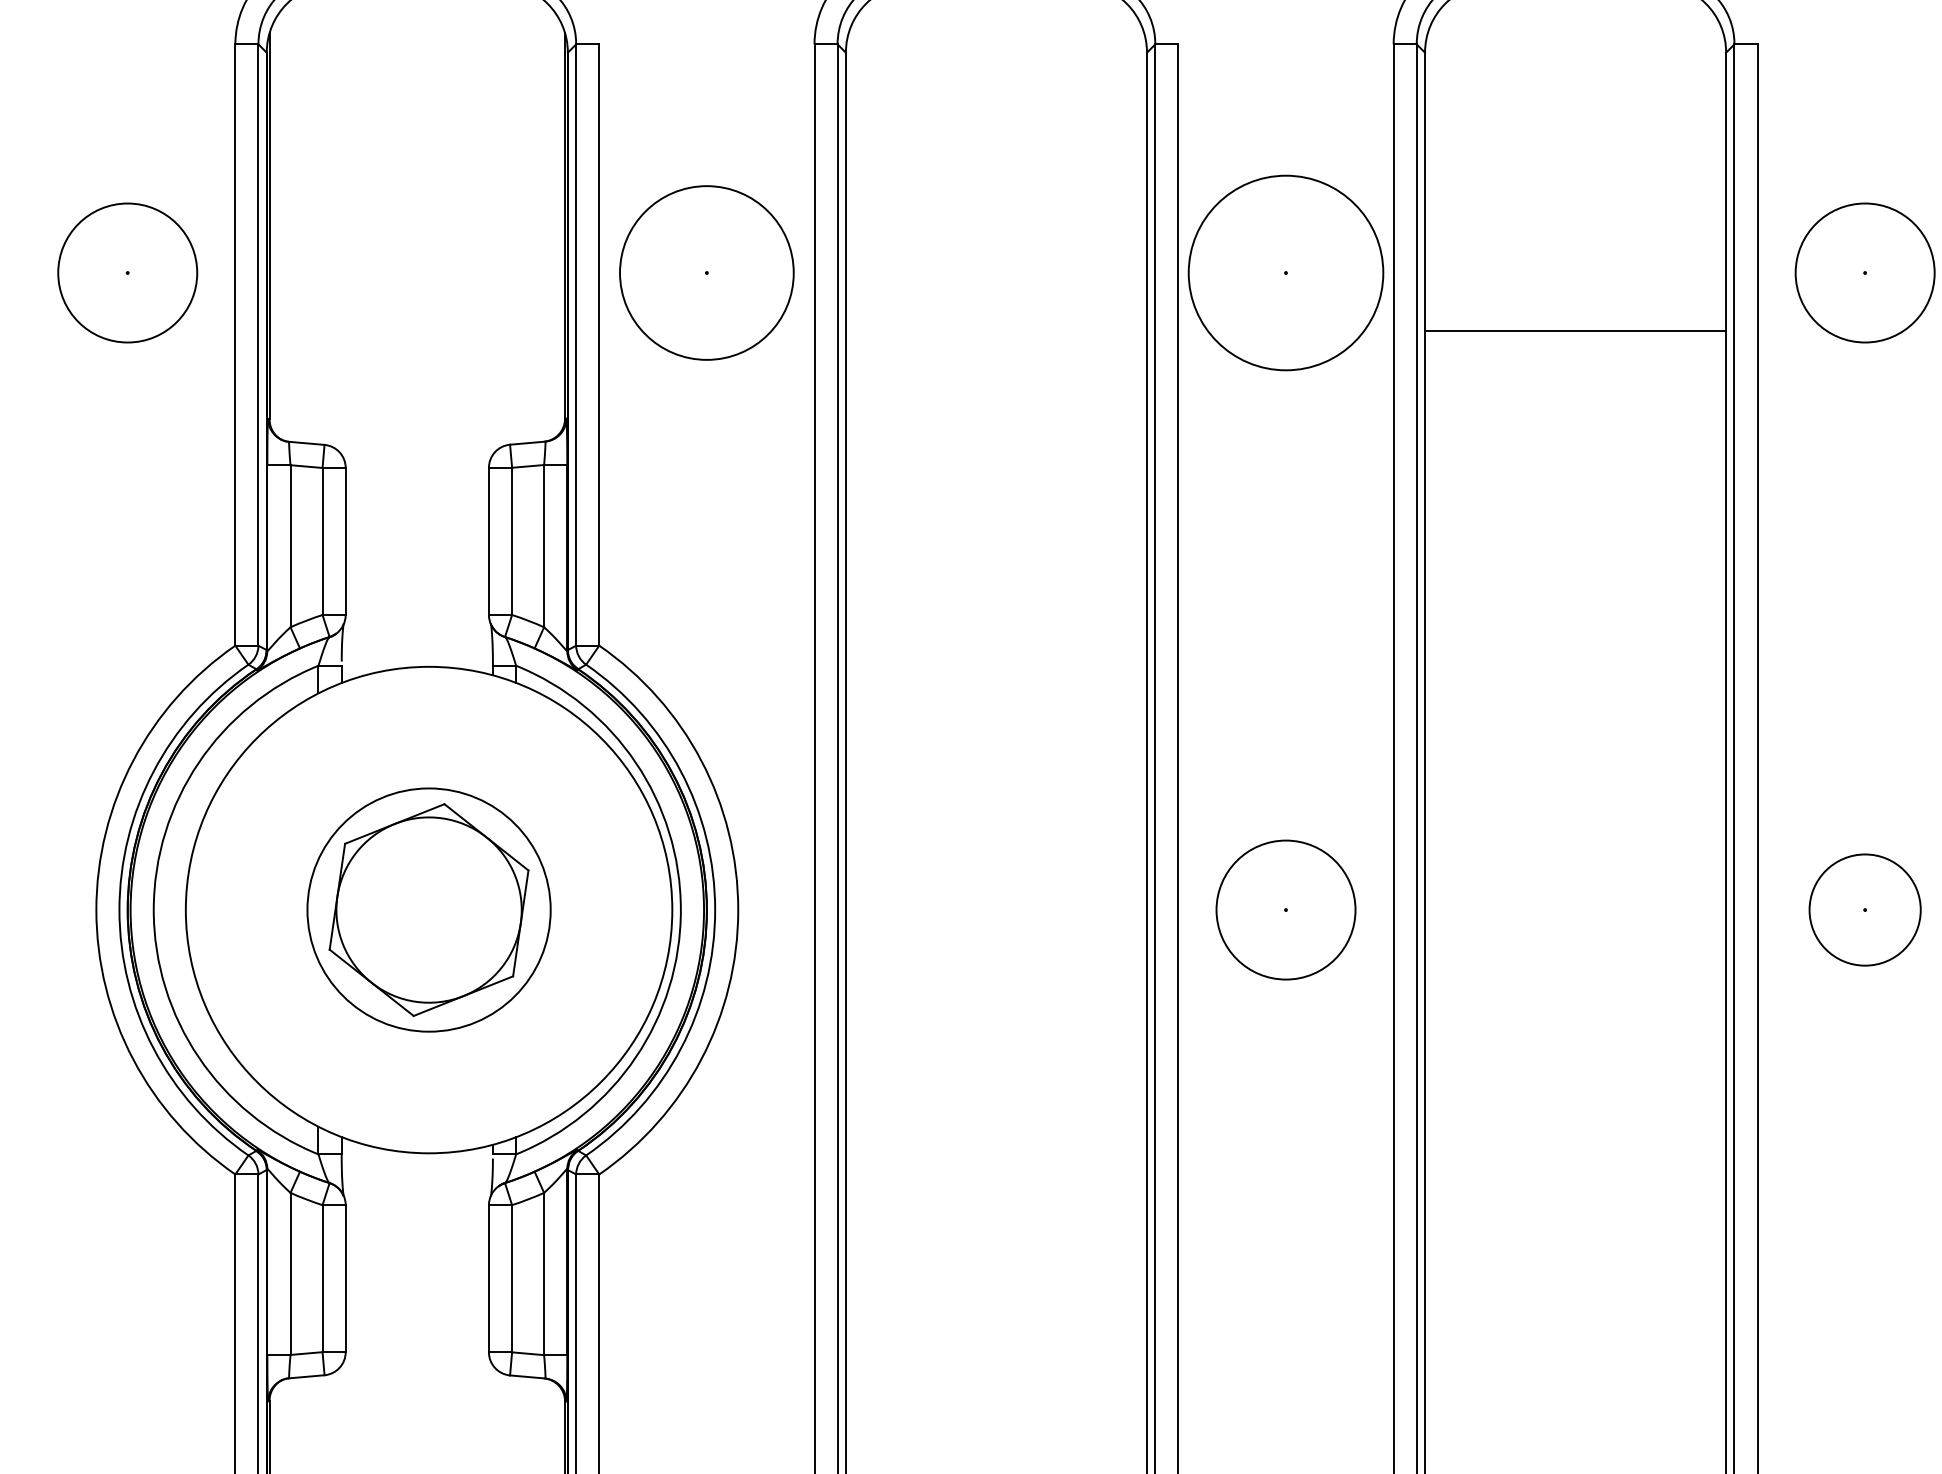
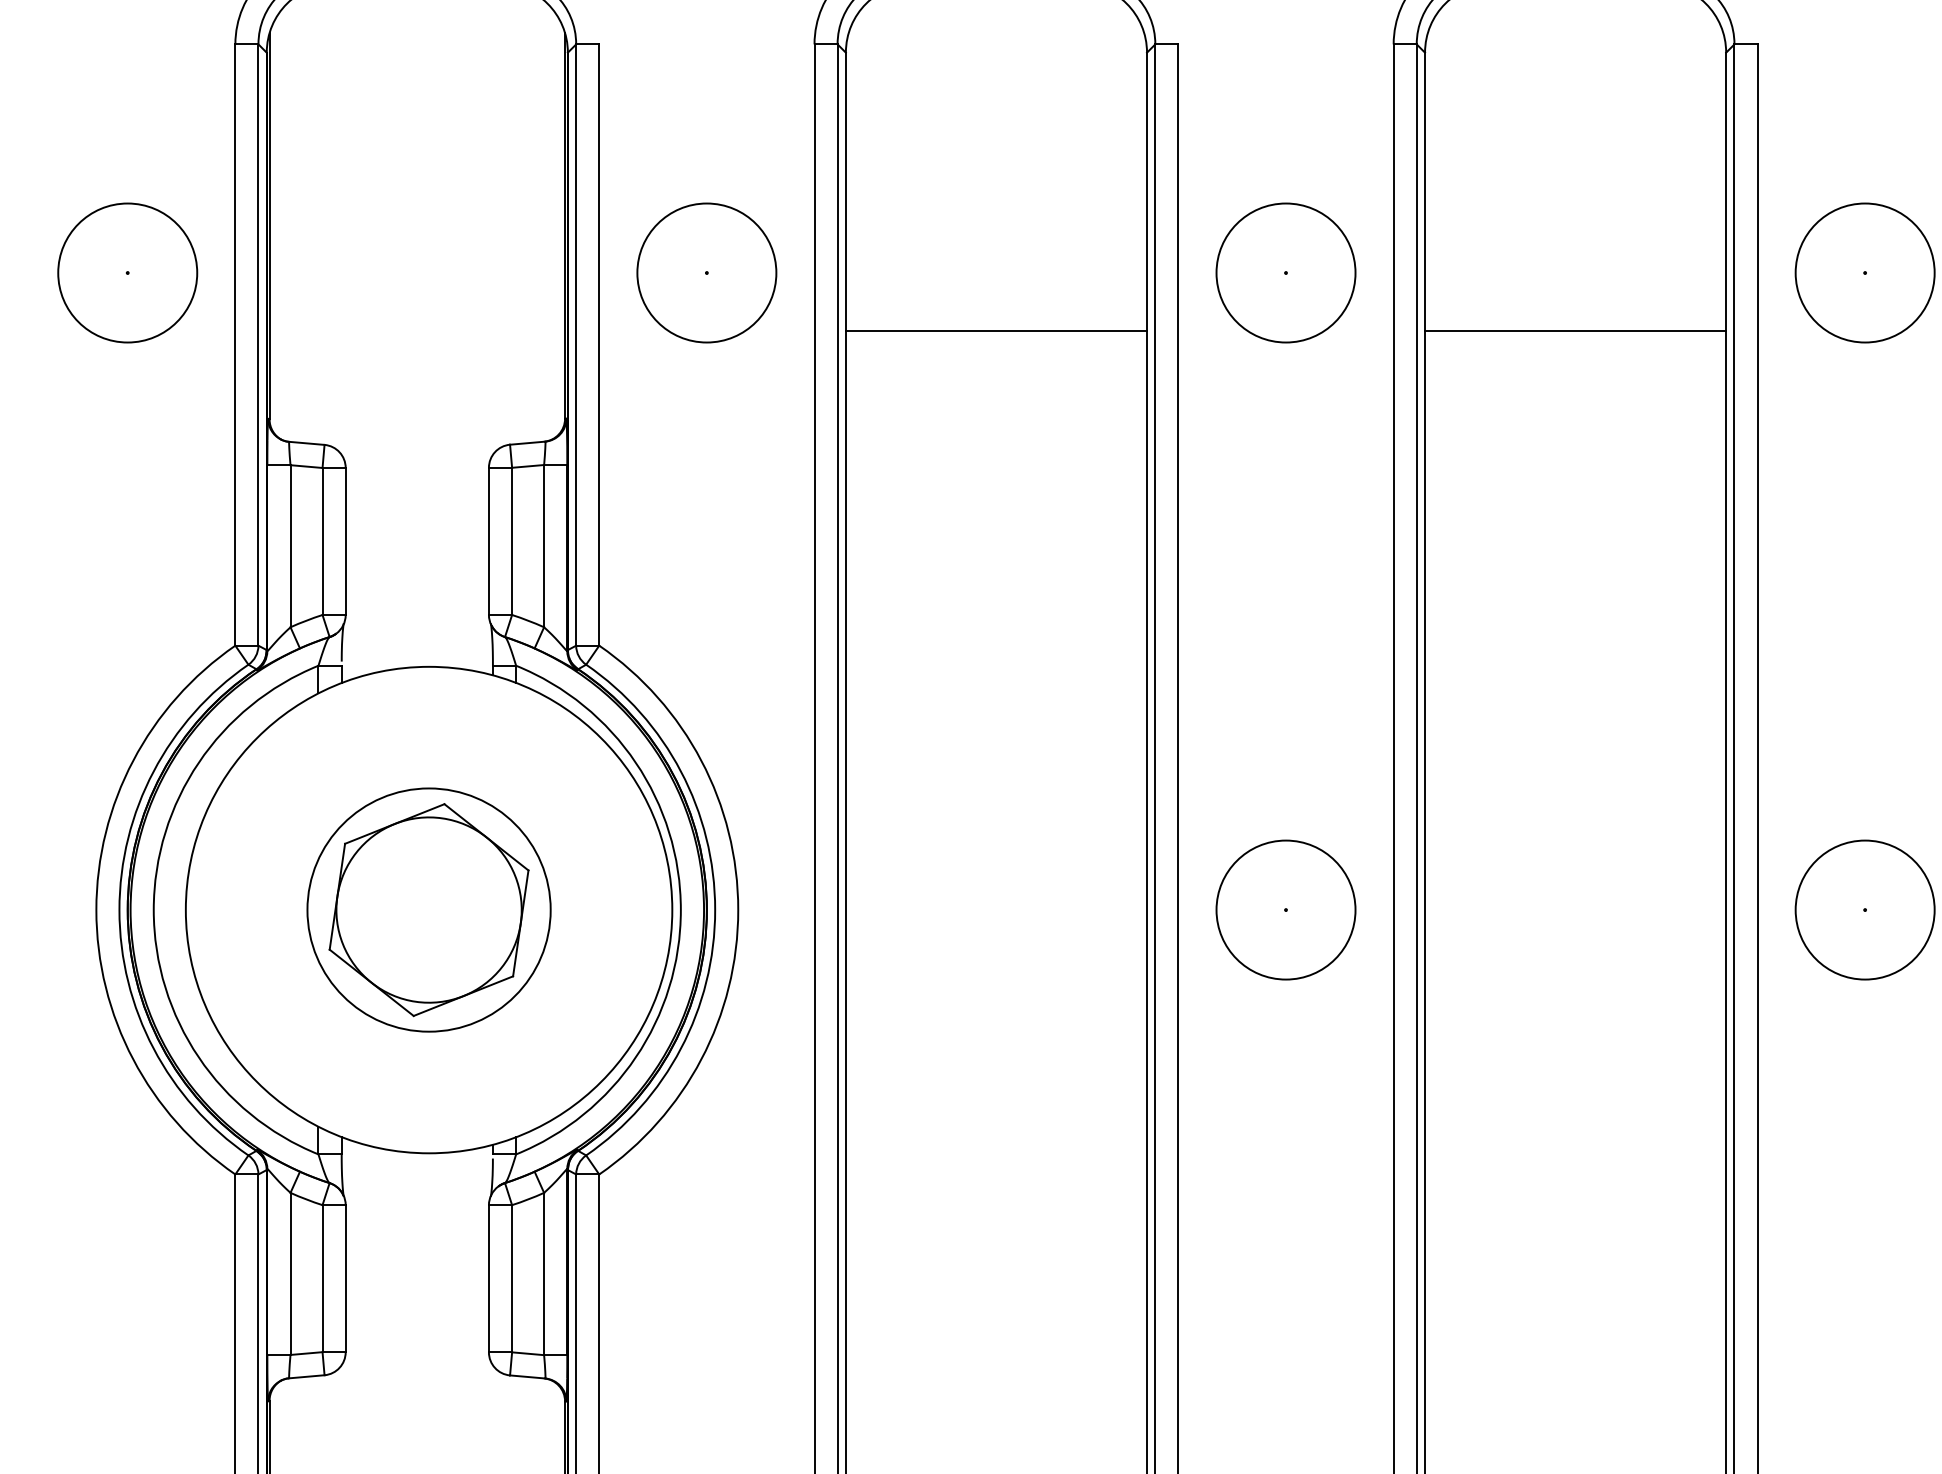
circle at (706, 272) diameter: 174 px -> 139 px
circle at (1285, 272) diameter: 195 px -> 139 px
line at (996, 330): none -> present
circle at (1864, 909) diameter: 111 px -> 139 px
